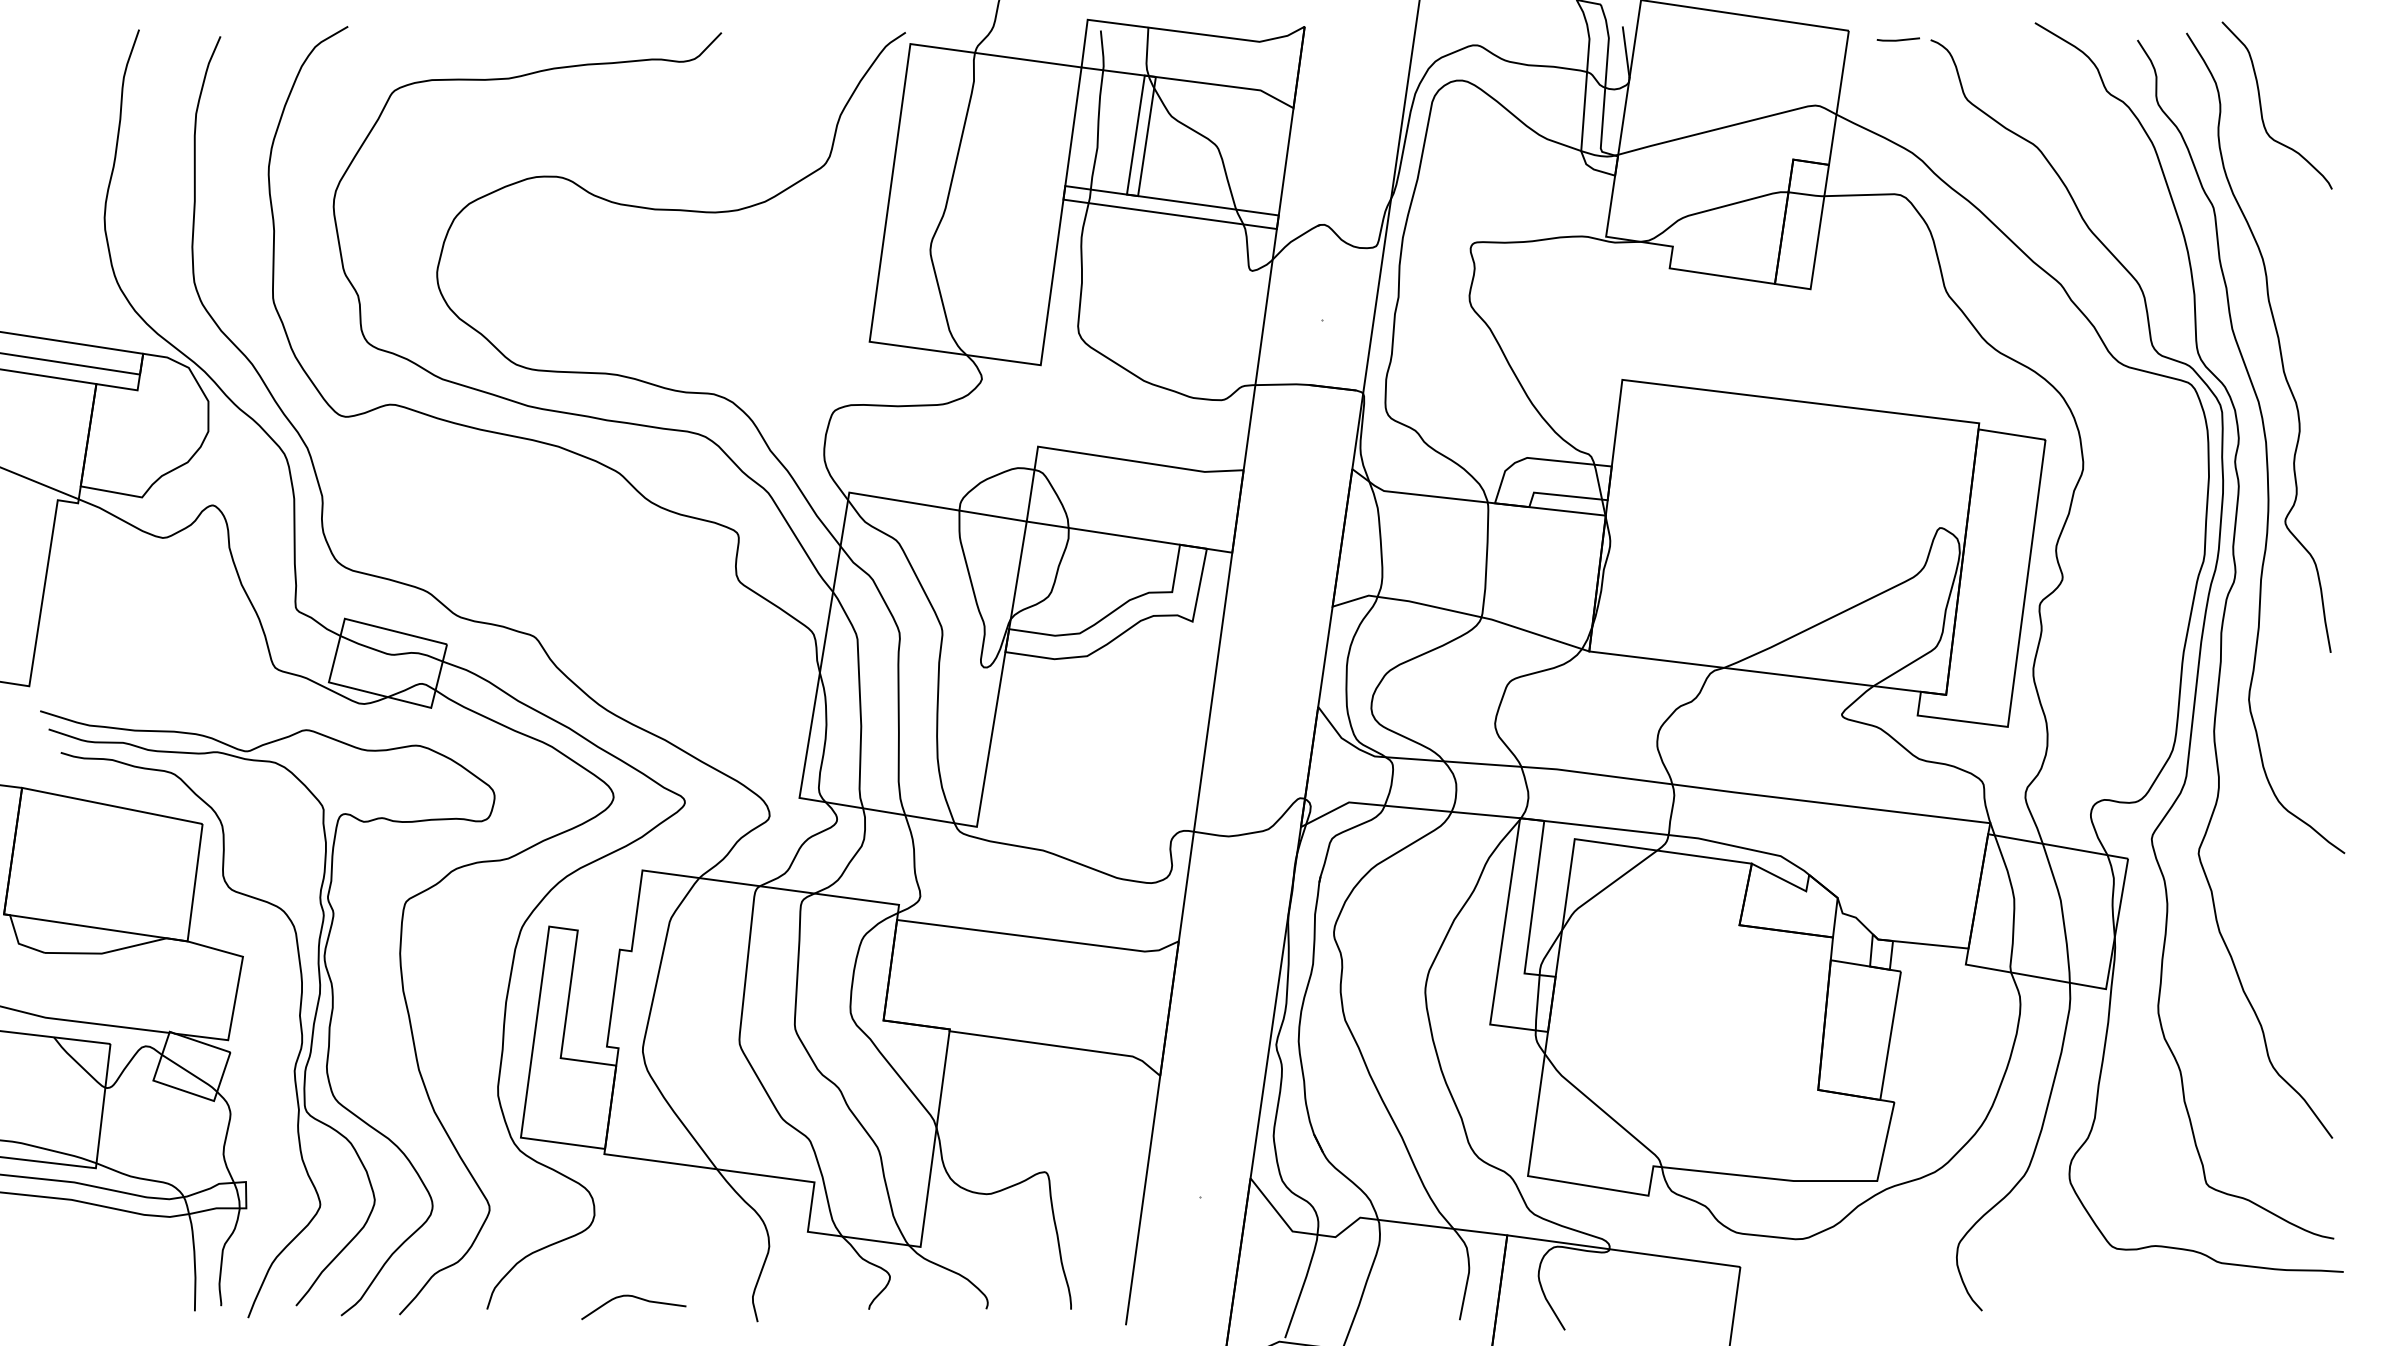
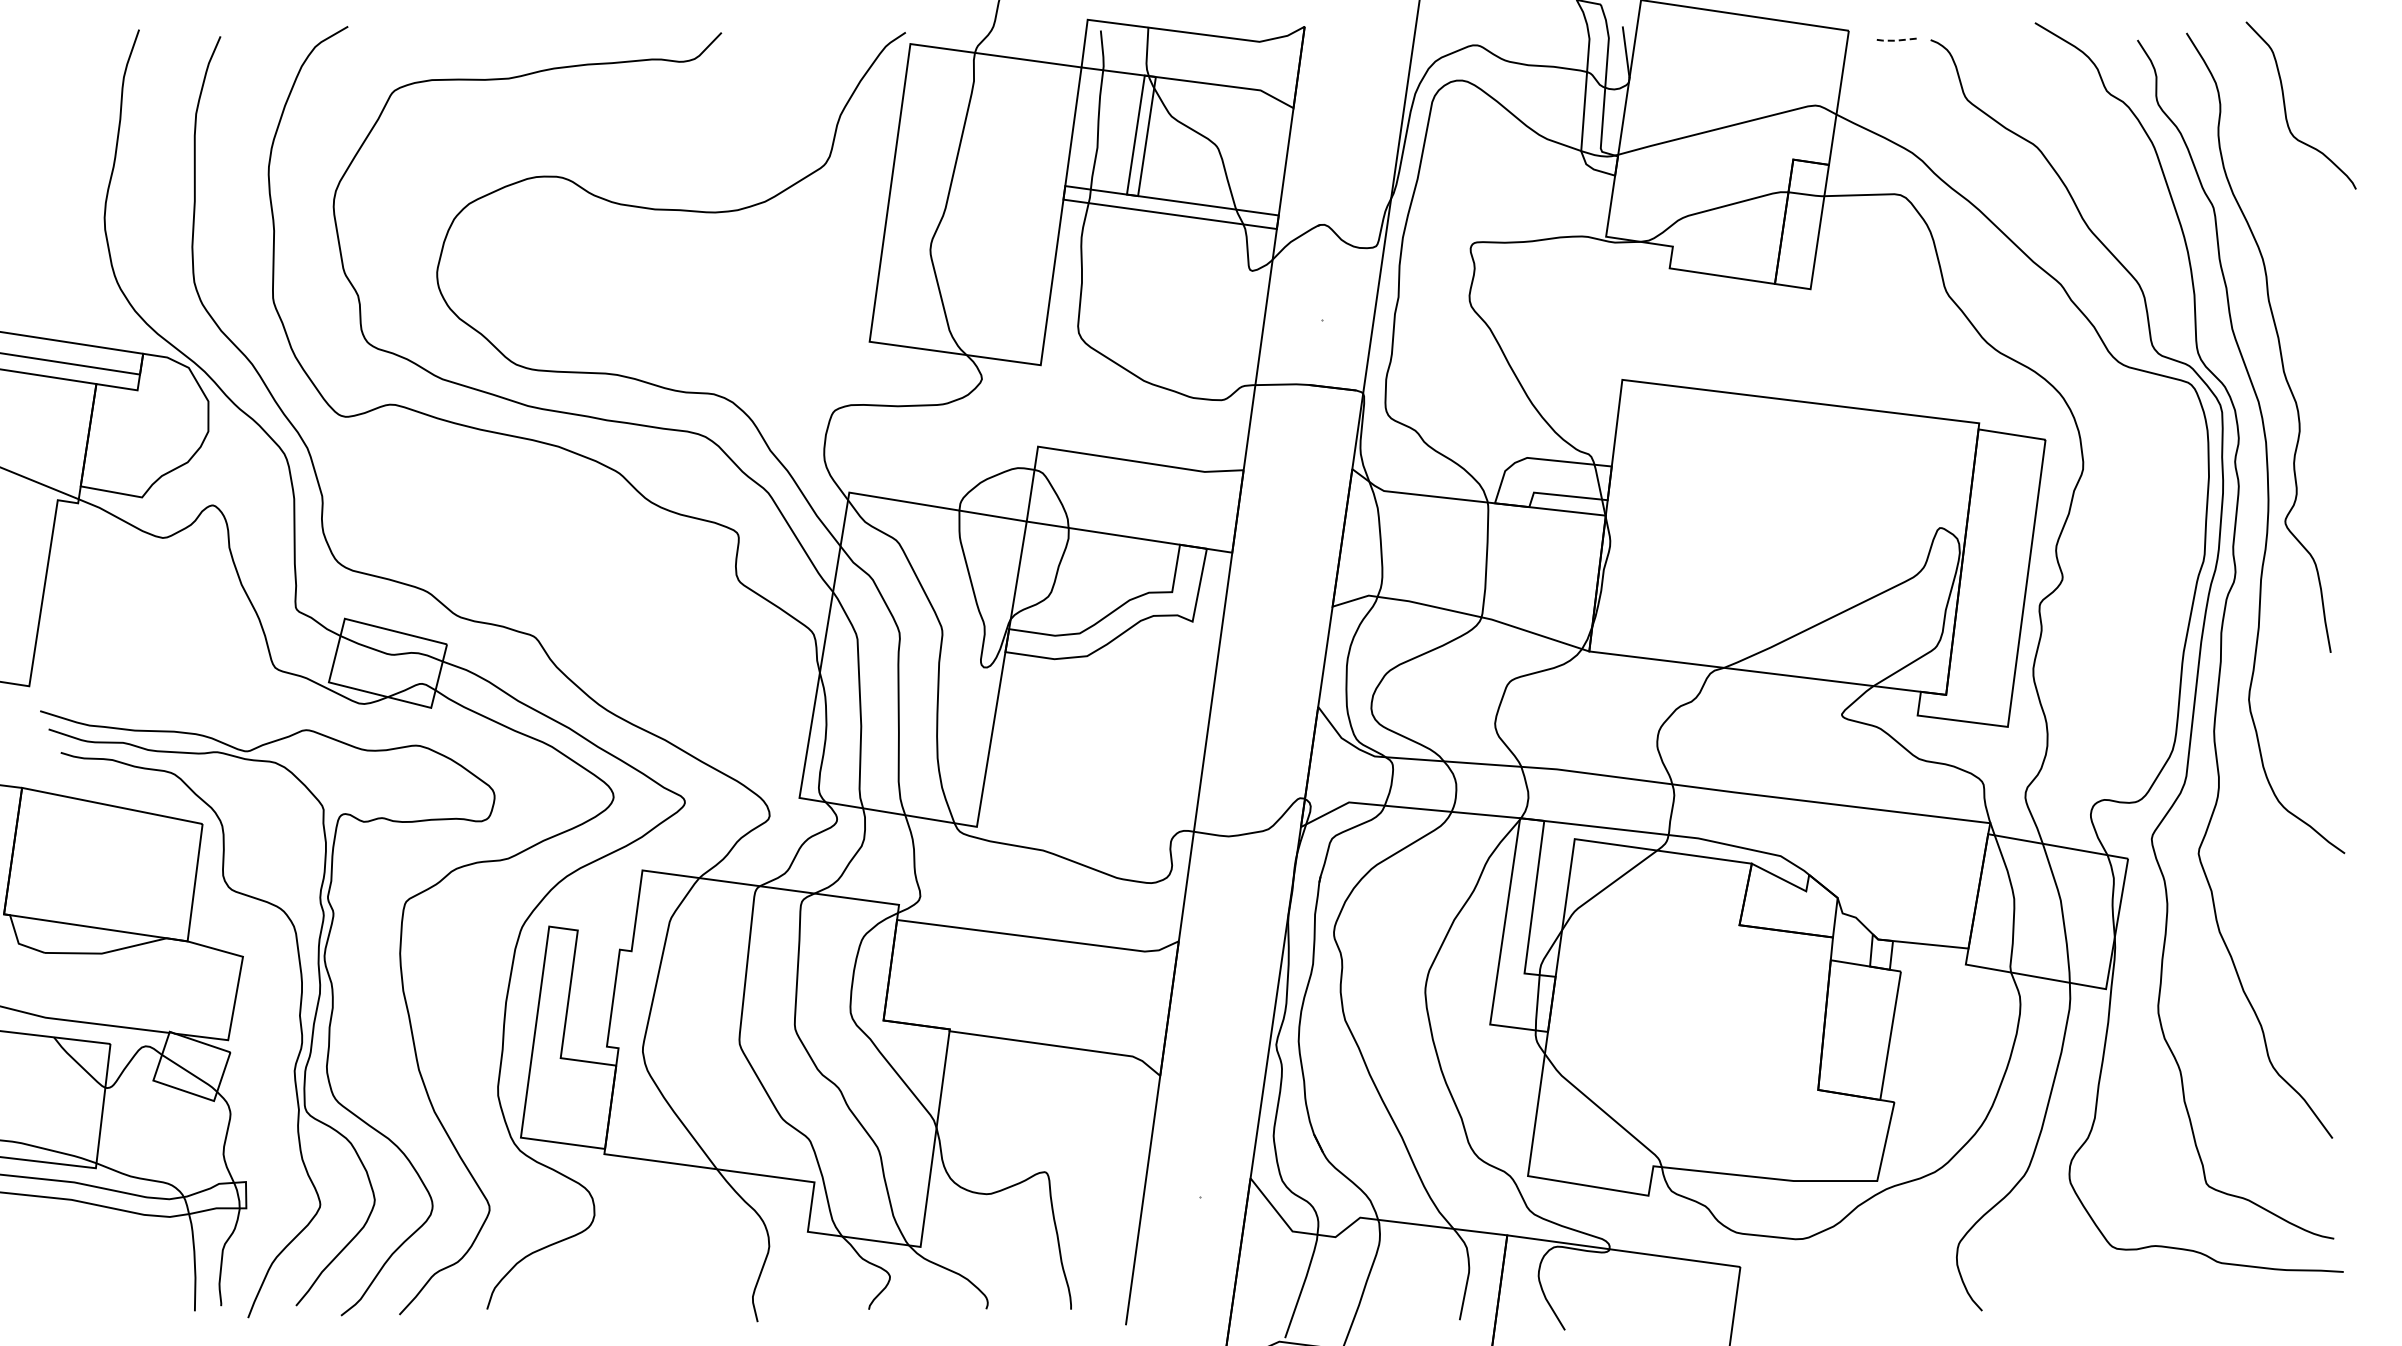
line at (1897, 40): solid -> dashed
curve at (2262, 110) position: (2262, 110) -> (2286, 110)
curve at (636, 1298): present -> none
